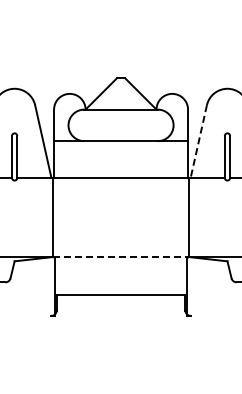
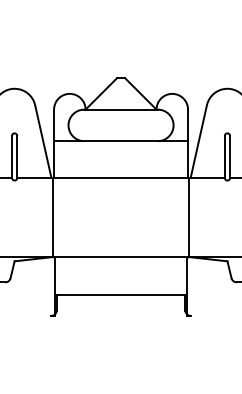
line at (198, 142): dashed -> solid
line at (121, 256): dashed -> solid
